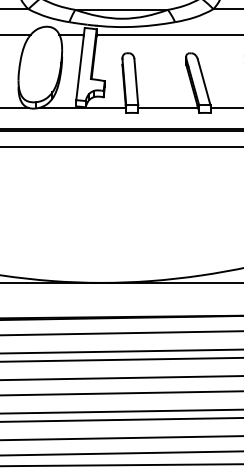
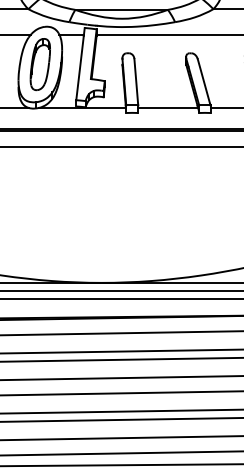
part at (39, 64): none -> present
line at (121, 290): none -> present
line at (121, 298): none -> present
